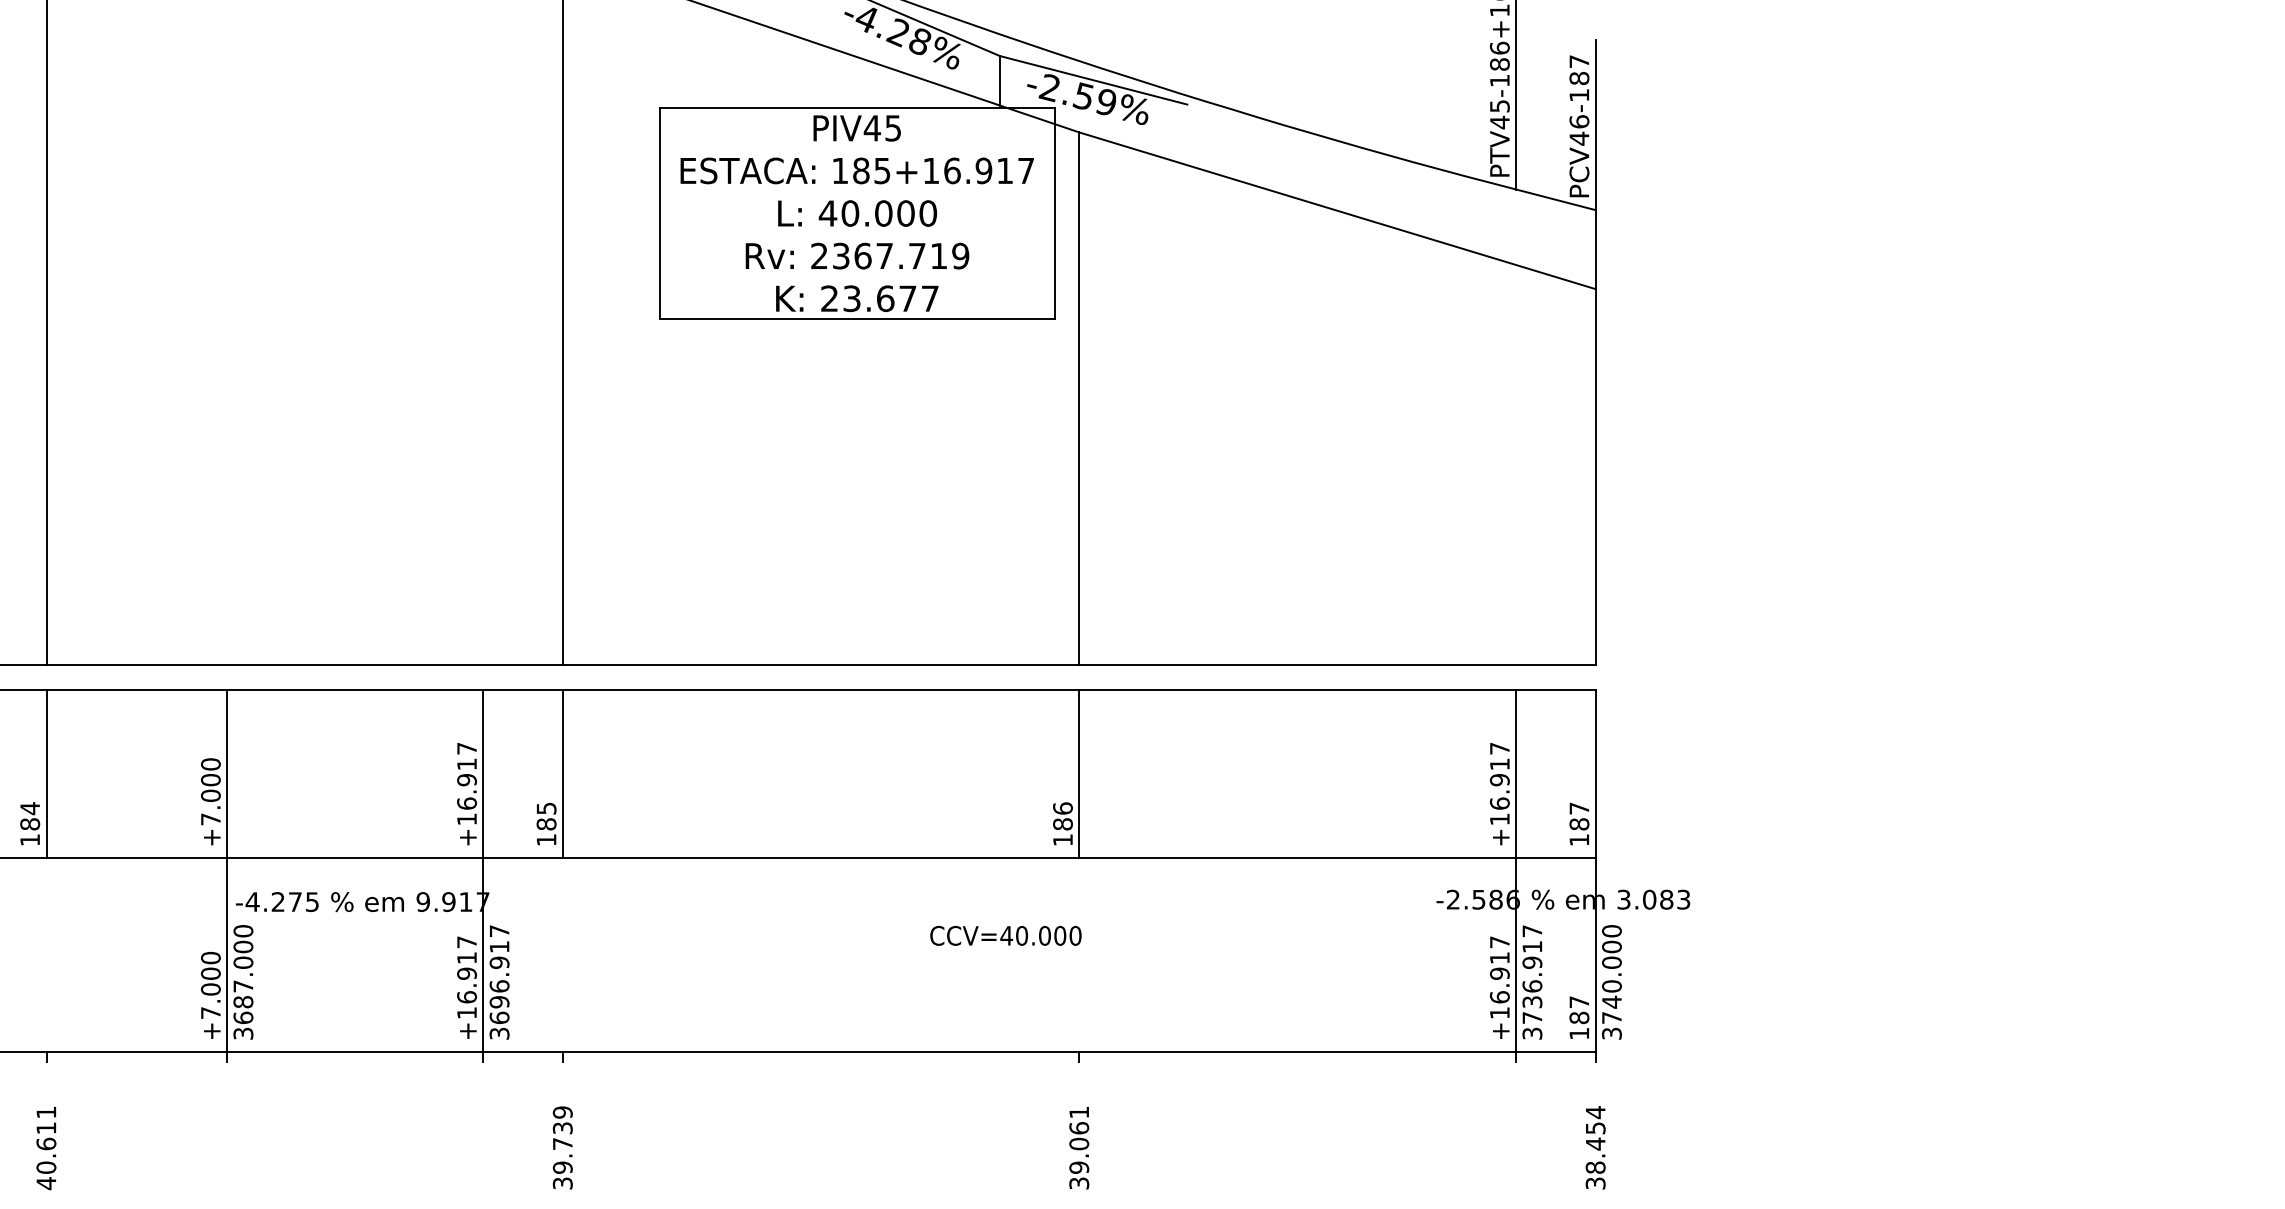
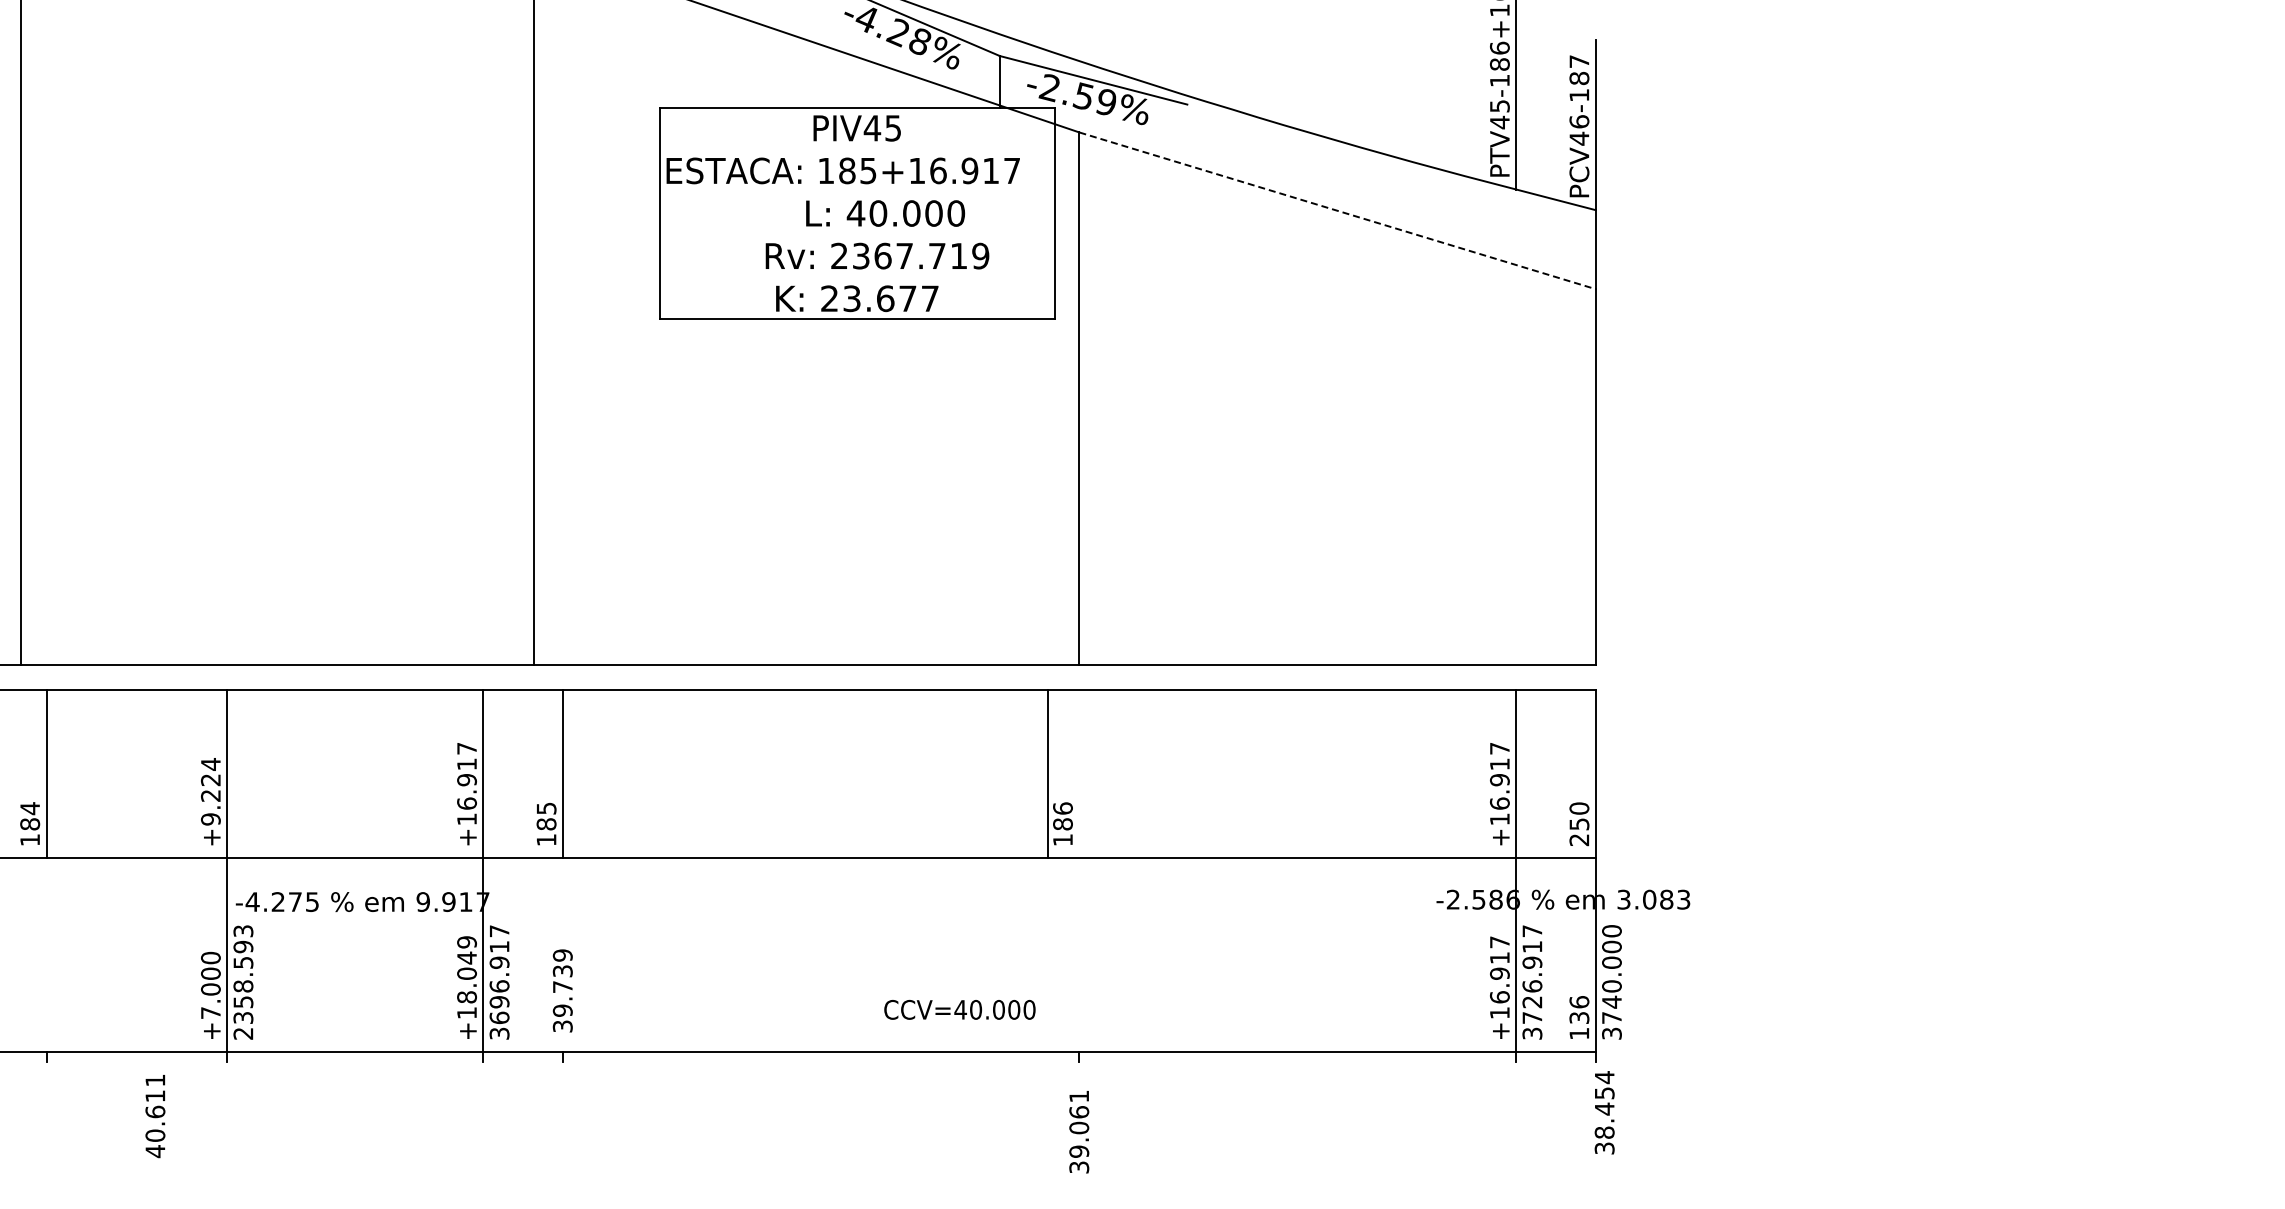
text at (856, 170) position: (856, 170) -> (842, 170)
line at (1337, 210): solid -> dashed
text at (857, 213) position: (857, 213) -> (885, 213)
text at (857, 255) position: (857, 255) -> (877, 255)
line at (46, 333) position: (46, 333) -> (20, 333)
line at (562, 333) position: (562, 333) -> (533, 333)
line at (1079, 774) position: (1079, 774) -> (1048, 774)
text at (210, 791): +7.000 -> +9.224
text at (1579, 824): 187 -> 250
text at (1005, 935) position: (1005, 935) -> (959, 1009)
text at (466, 969): +16.917 -> +18.049
text at (243, 982): 3687.000 -> 2358.593
text at (1532, 1002): 3736.917 -> 3726.917
text at (1579, 1010): 187 -> 136
text at (562, 1147) position: (562, 1147) -> (562, 990)
text at (1595, 1147) position: (1595, 1147) -> (1604, 1112)
text at (46, 1148) position: (46, 1148) -> (155, 1116)
text at (1079, 1148) position: (1079, 1148) -> (1079, 1132)
